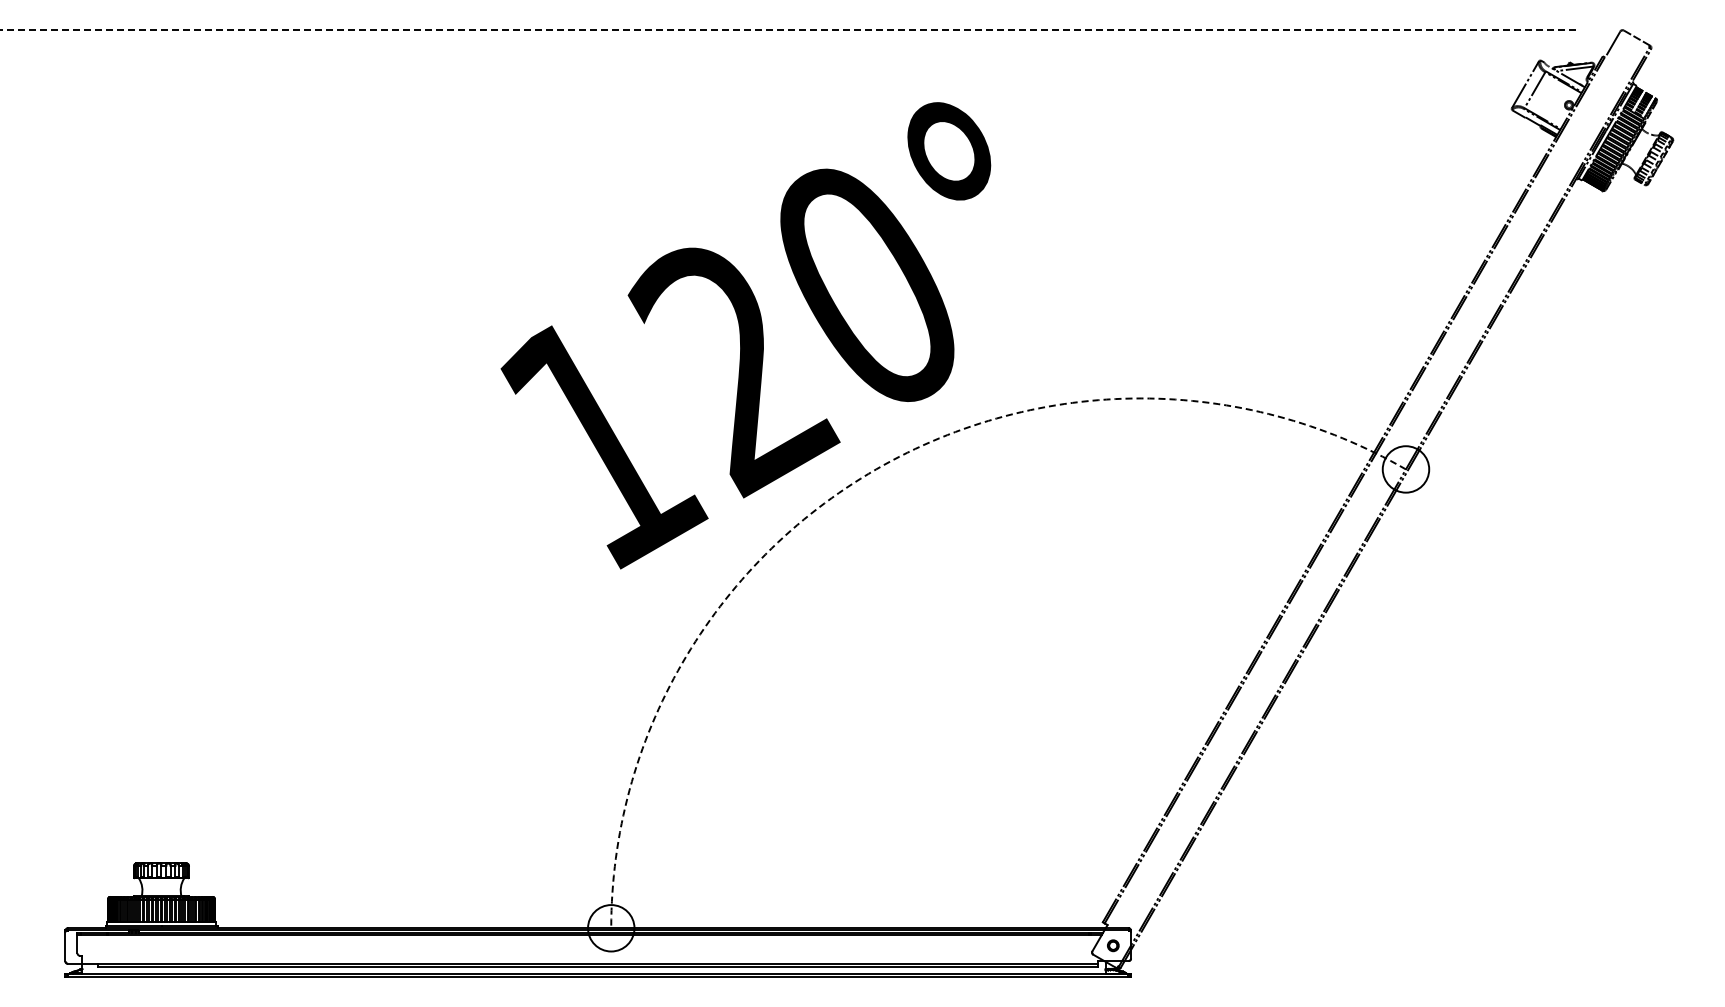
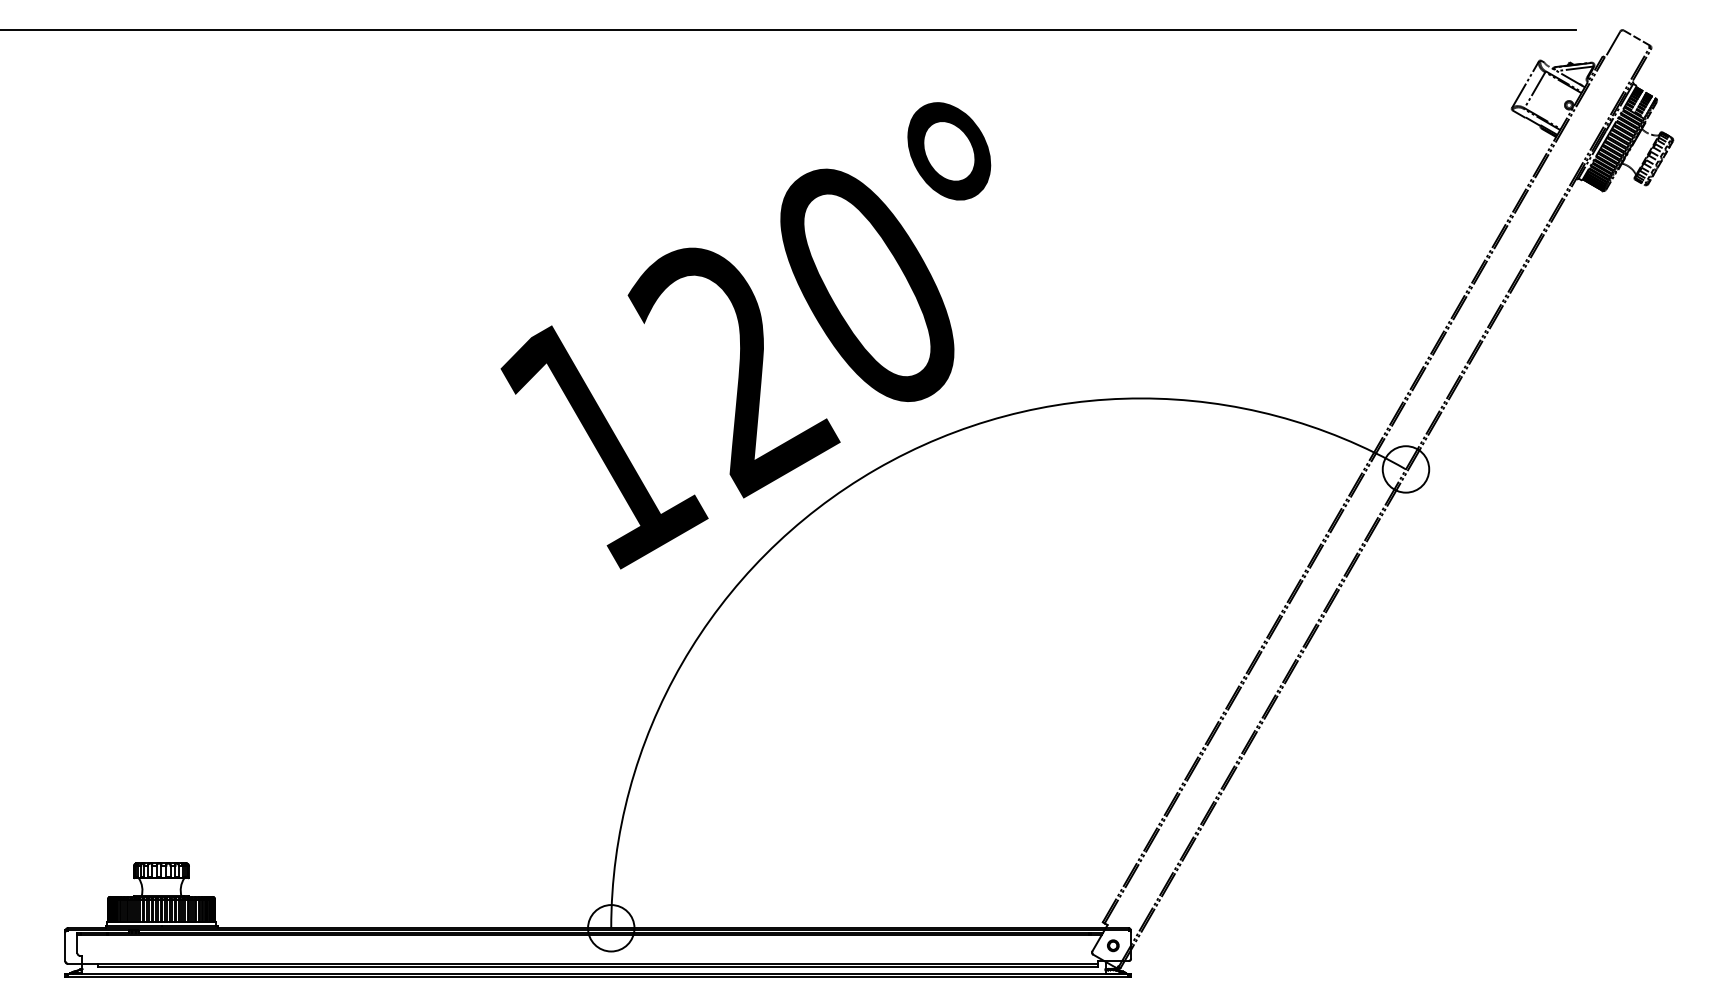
line at (788, 30): dashed -> solid
arc at (876, 469): dashed -> solid
